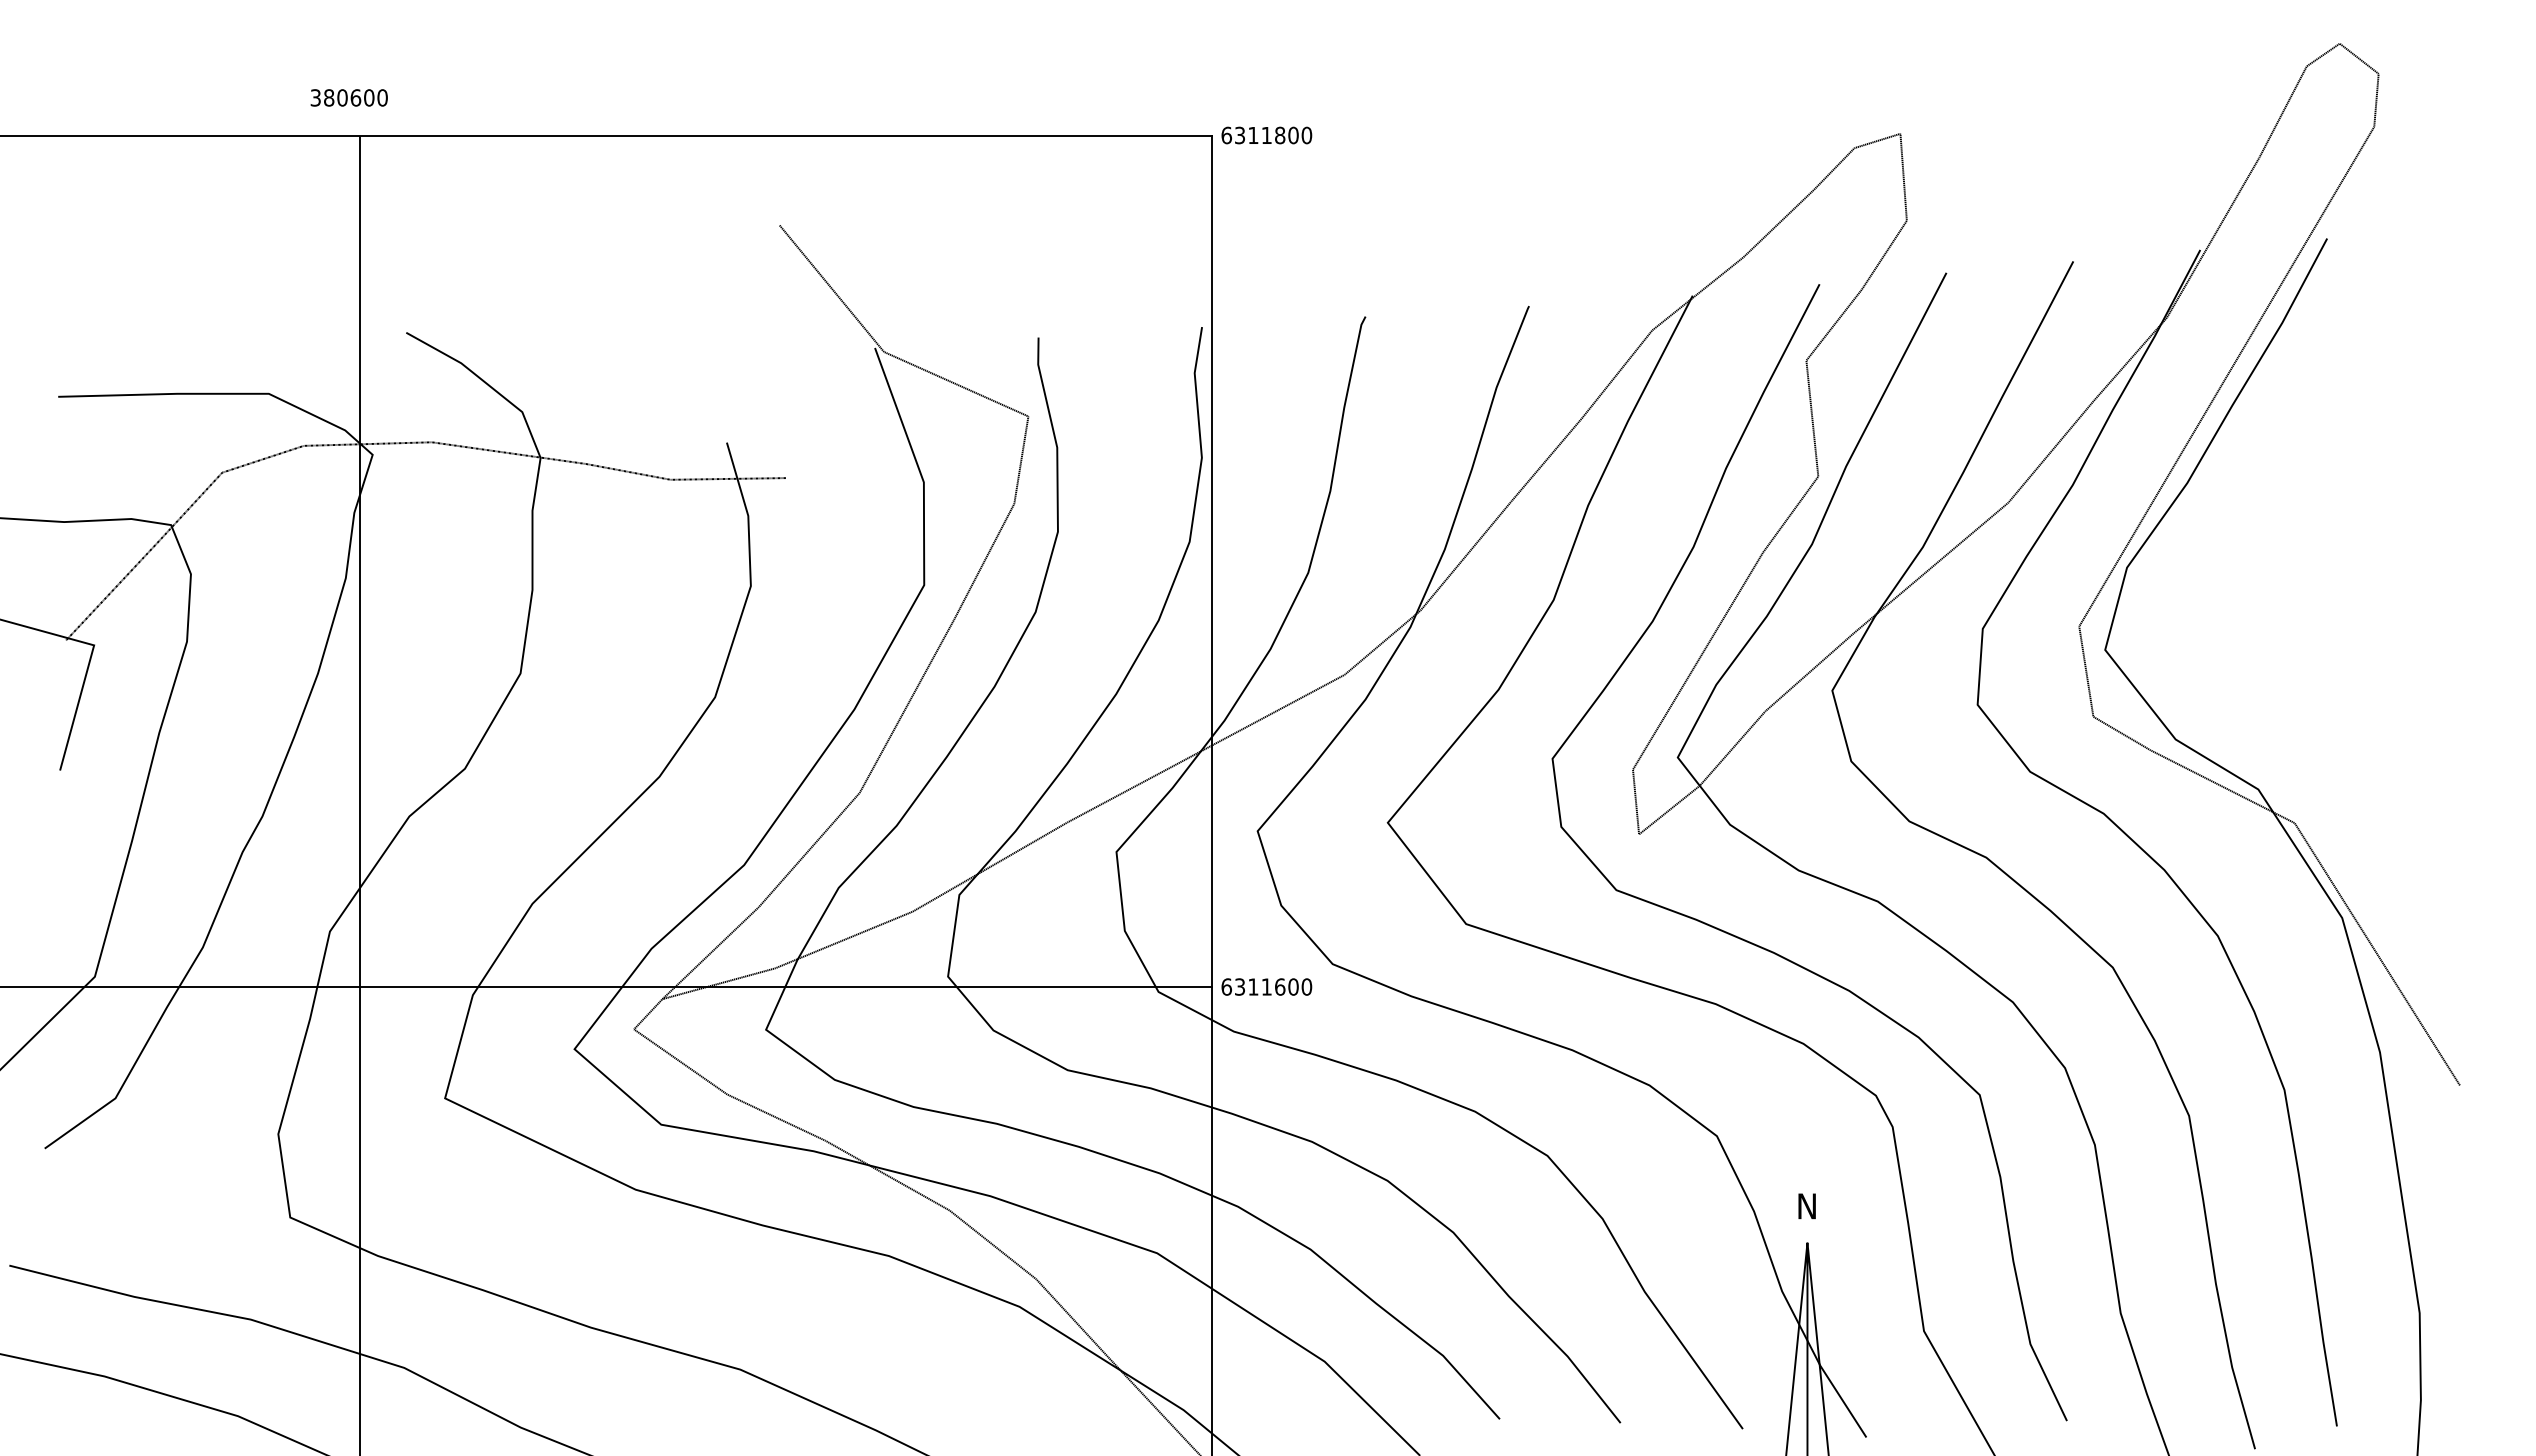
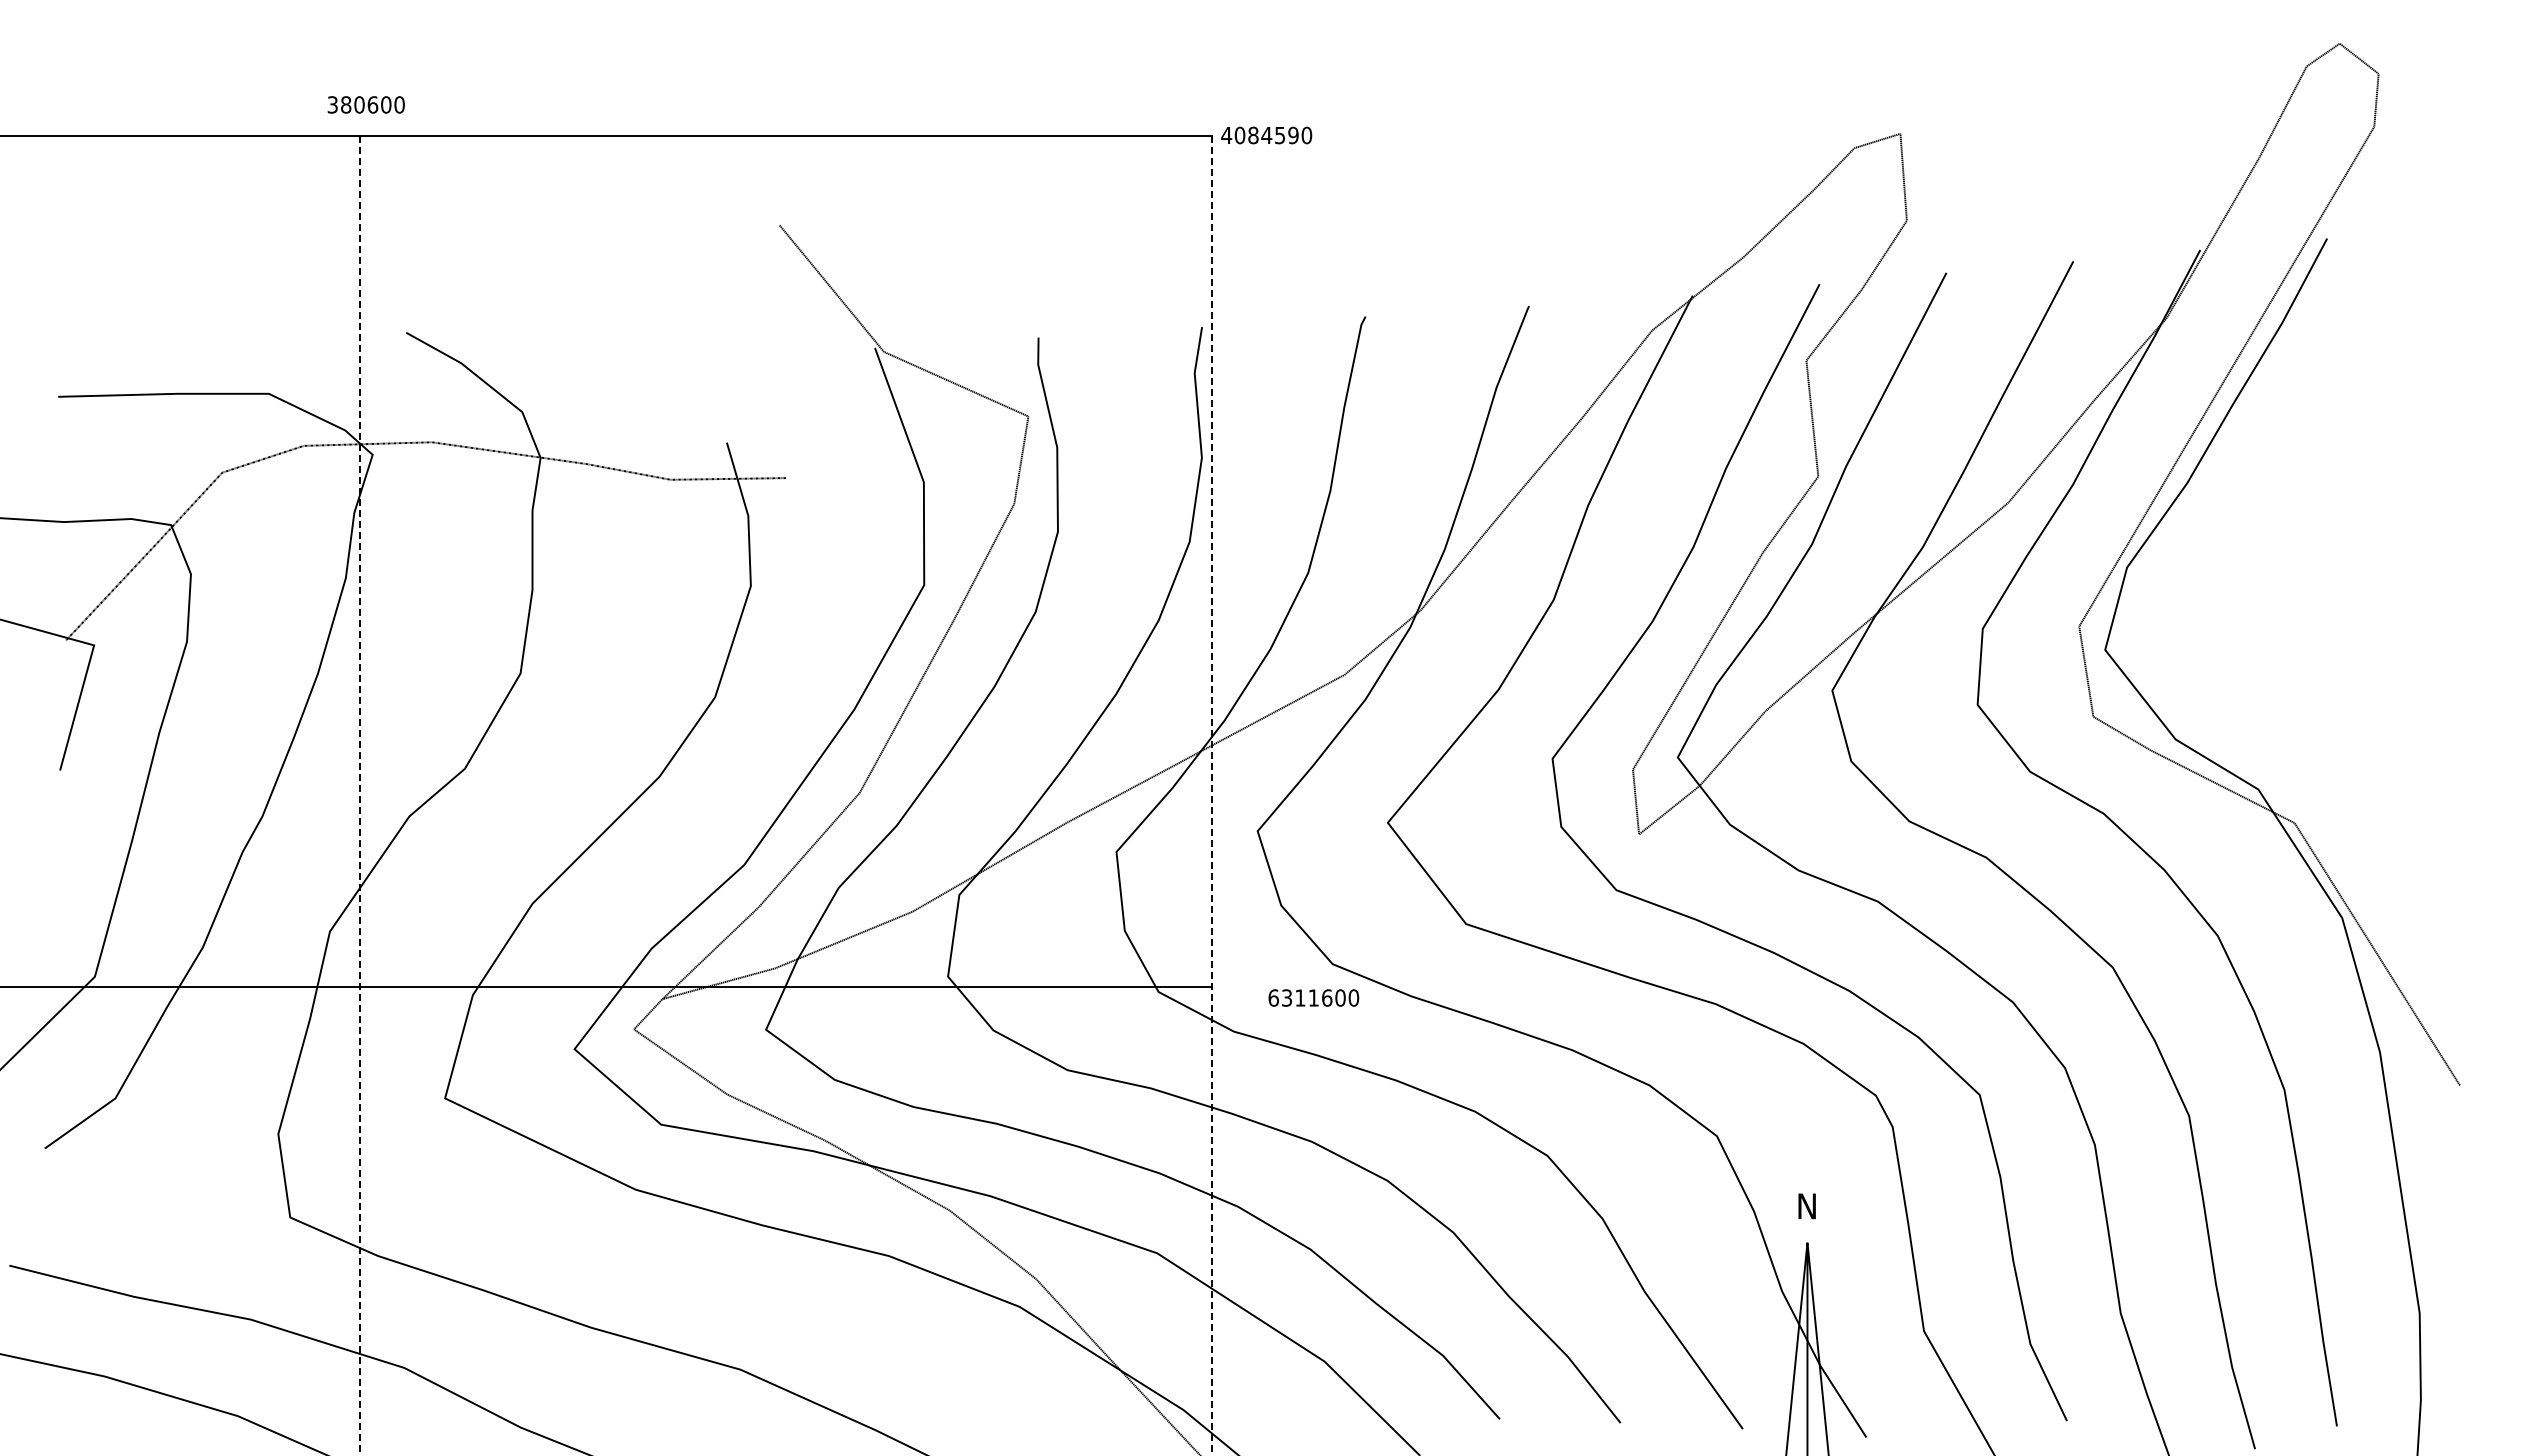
text at (348, 97) position: (348, 97) -> (365, 104)
text at (1259, 135): 6311800 -> 4084590
line at (360, 795): solid -> dashed
line at (1211, 795): solid -> dashed
text at (1266, 986) position: (1266, 986) -> (1313, 997)
